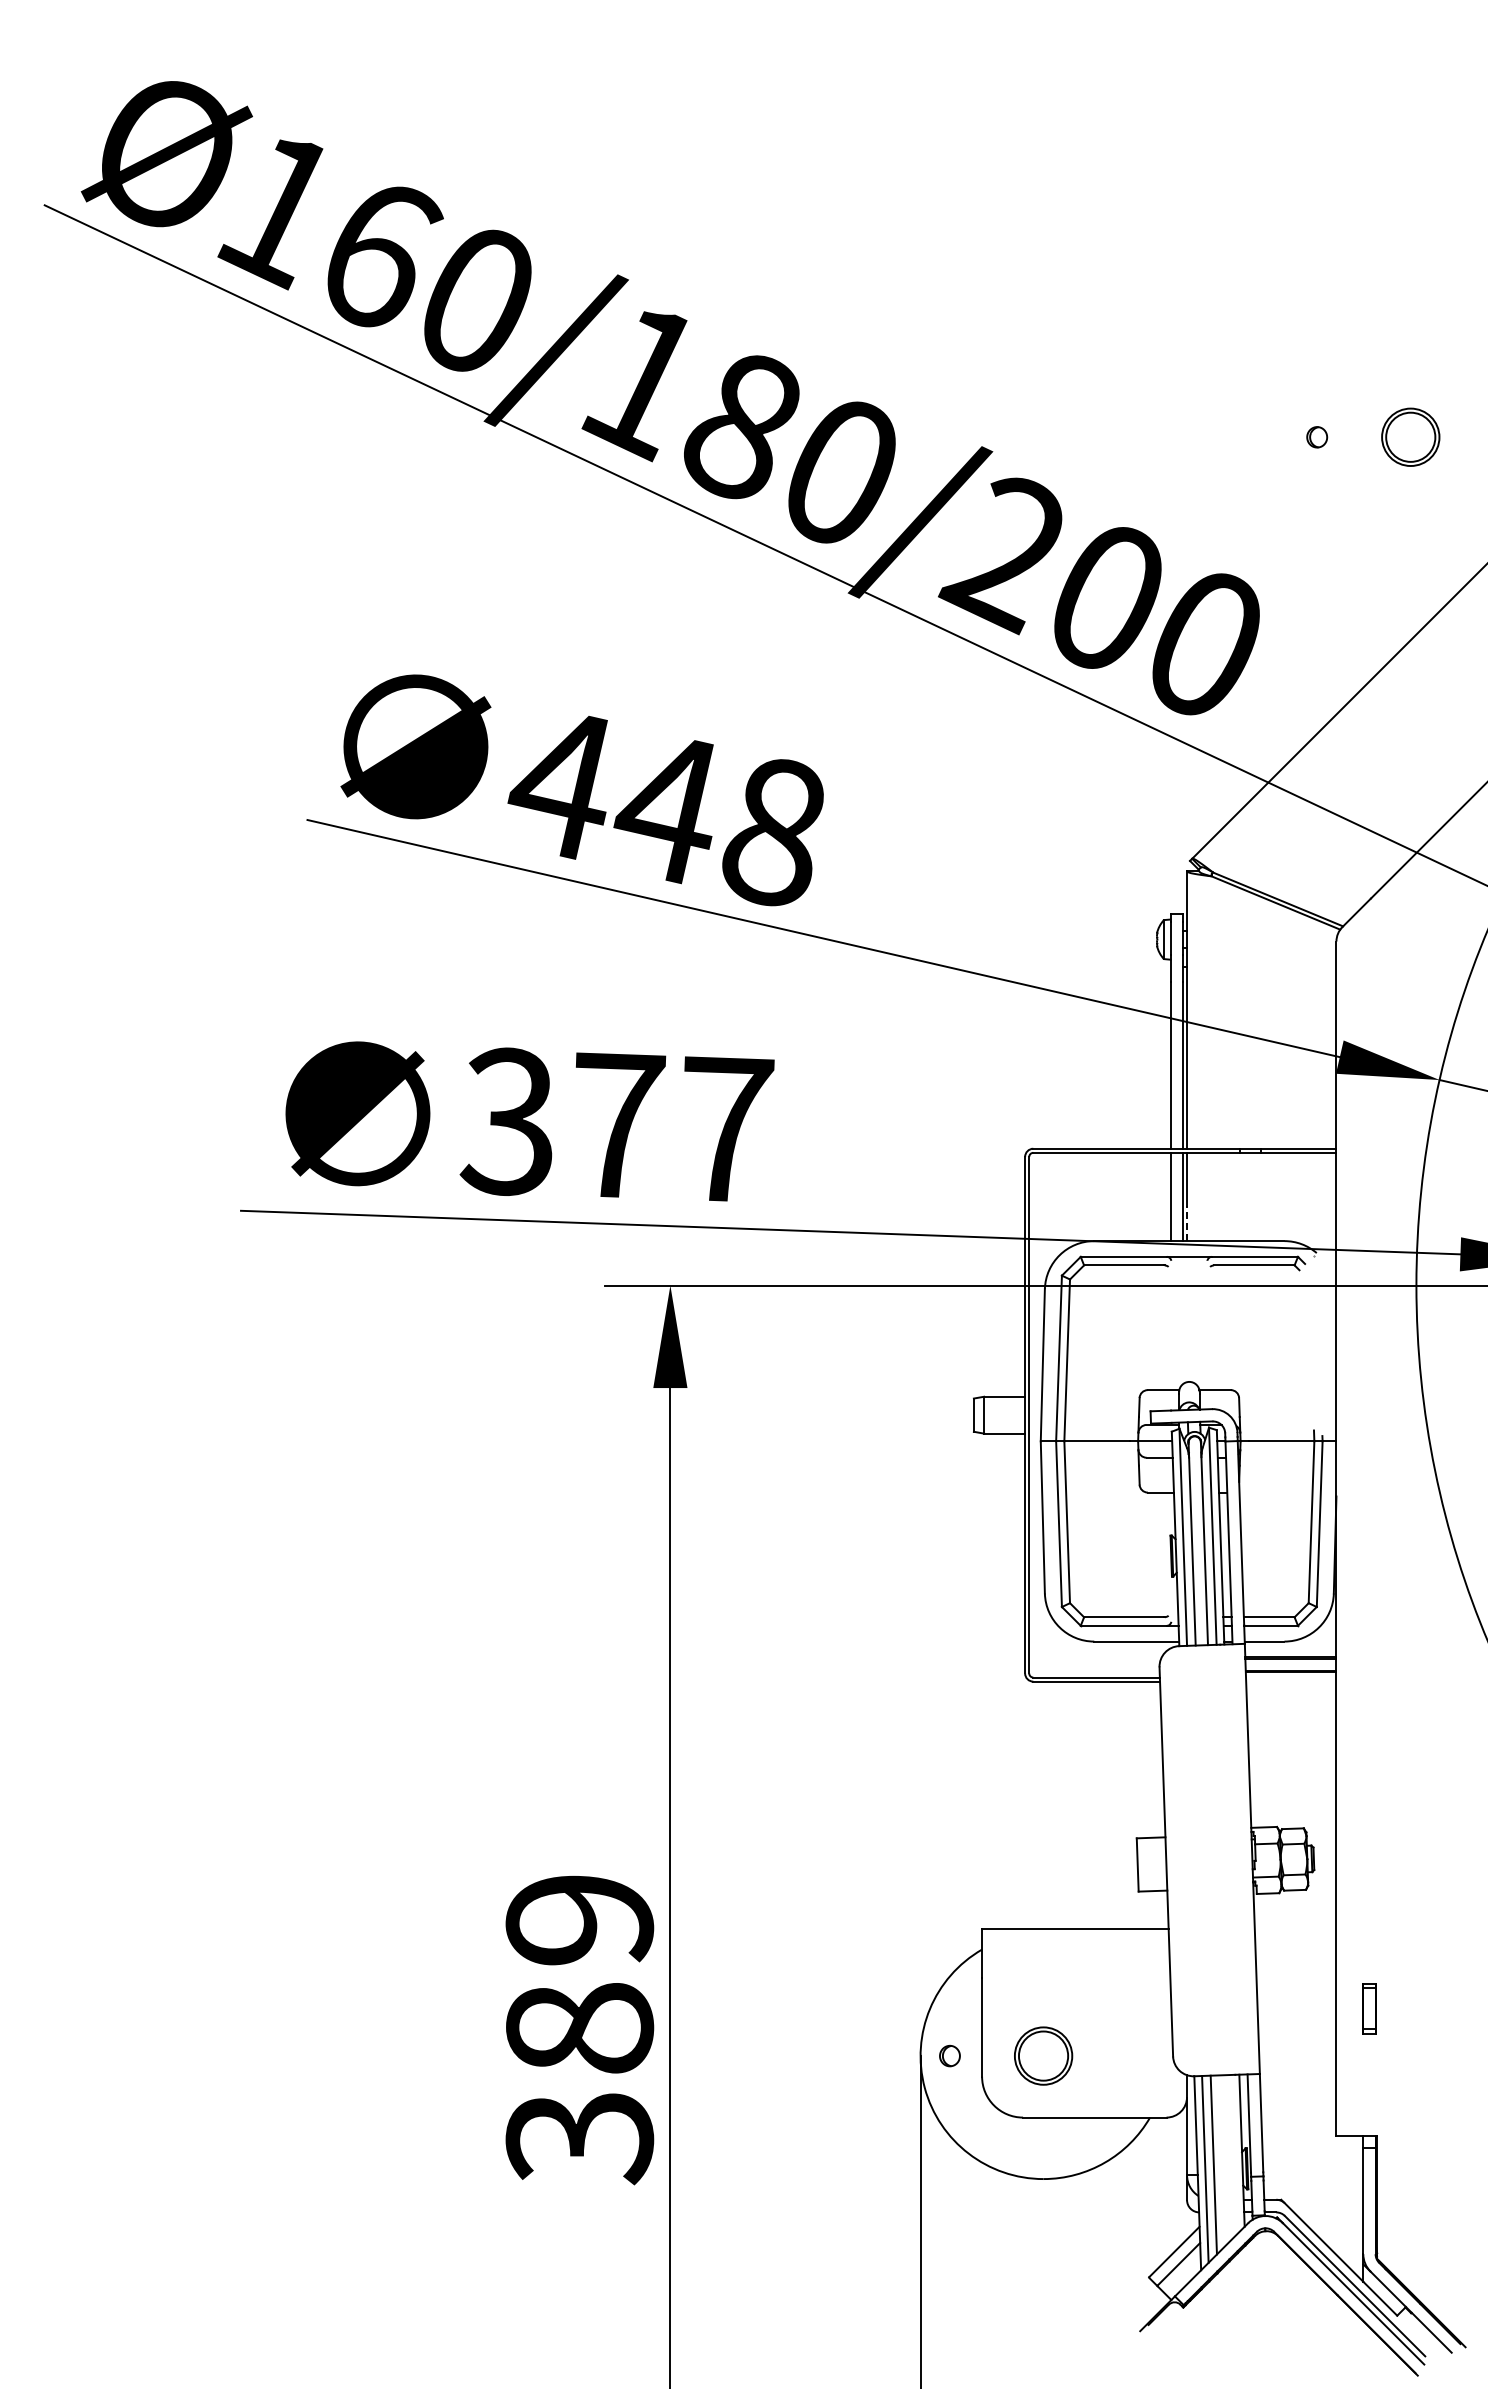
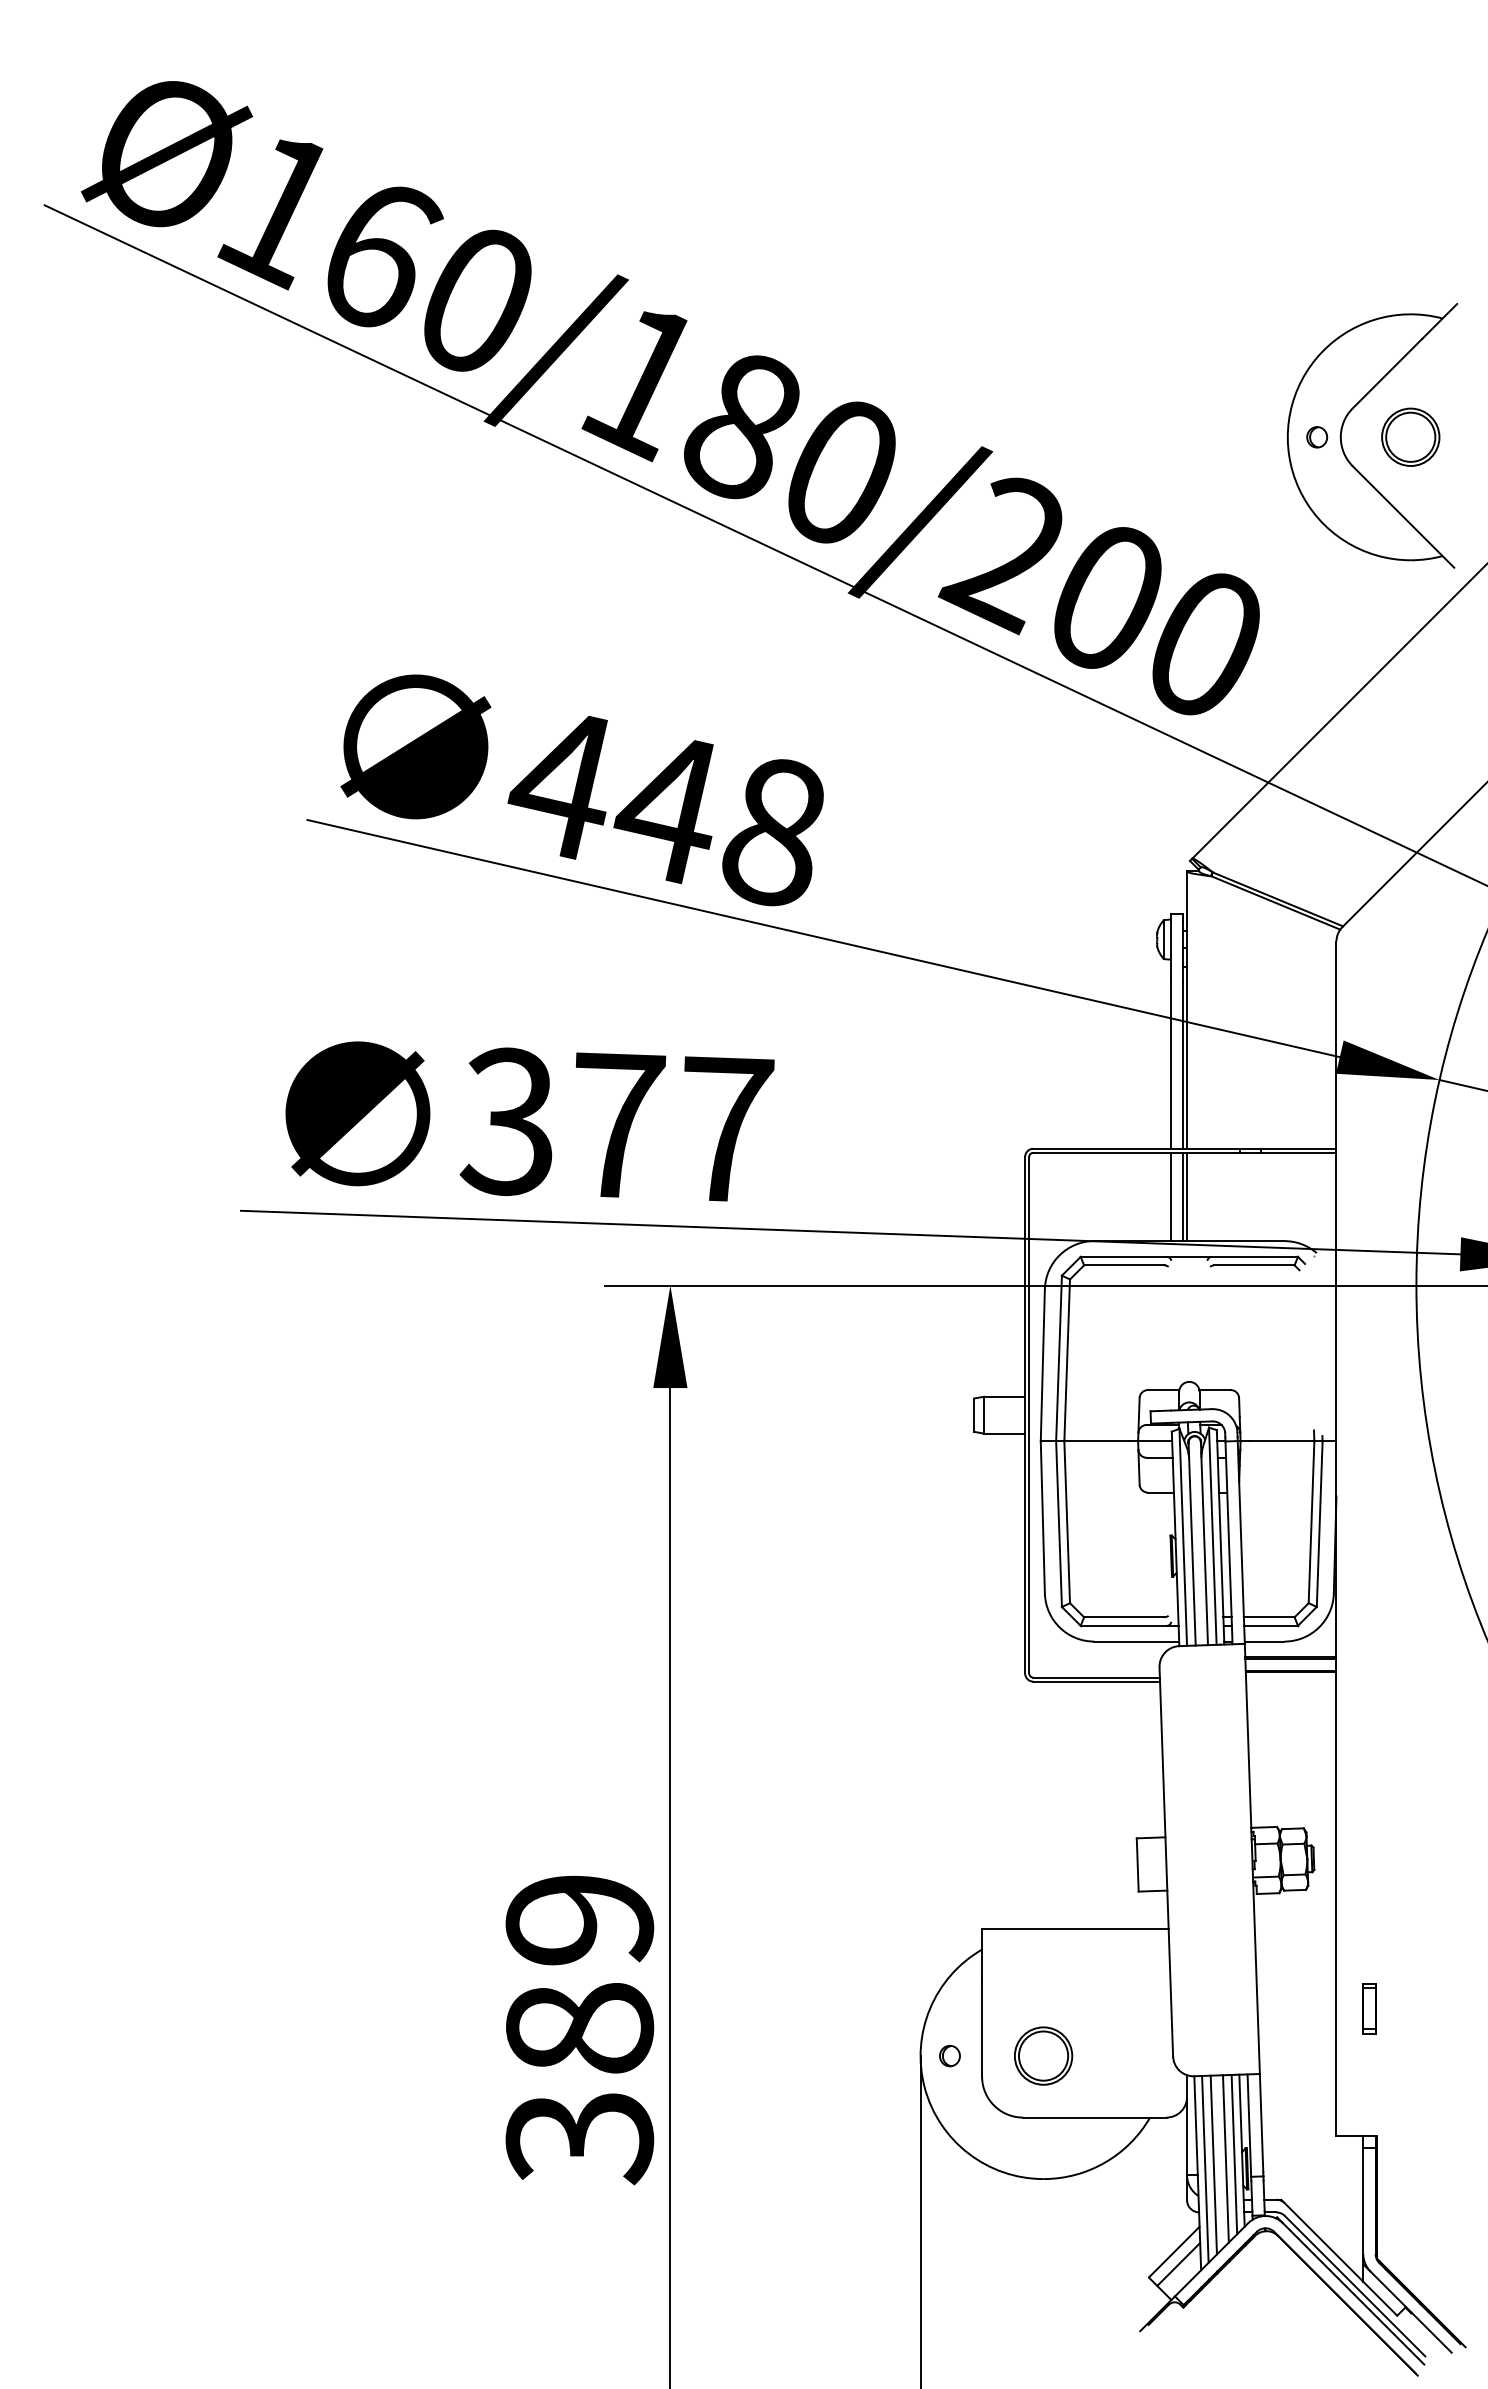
part at (1342, 431): none -> present
line at (1187, 1223): dashed -> solid
line at (1234, 2154): none -> present
line at (1225, 2158): none -> present
